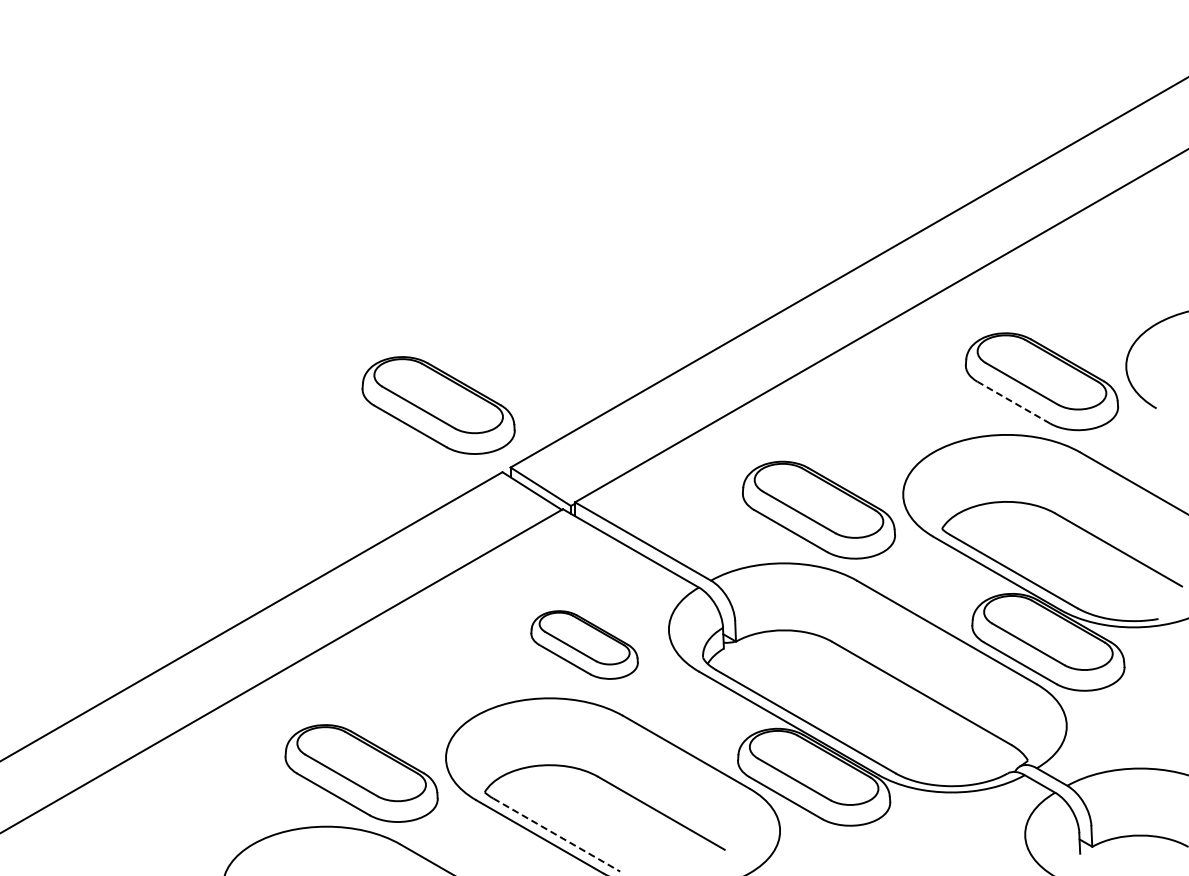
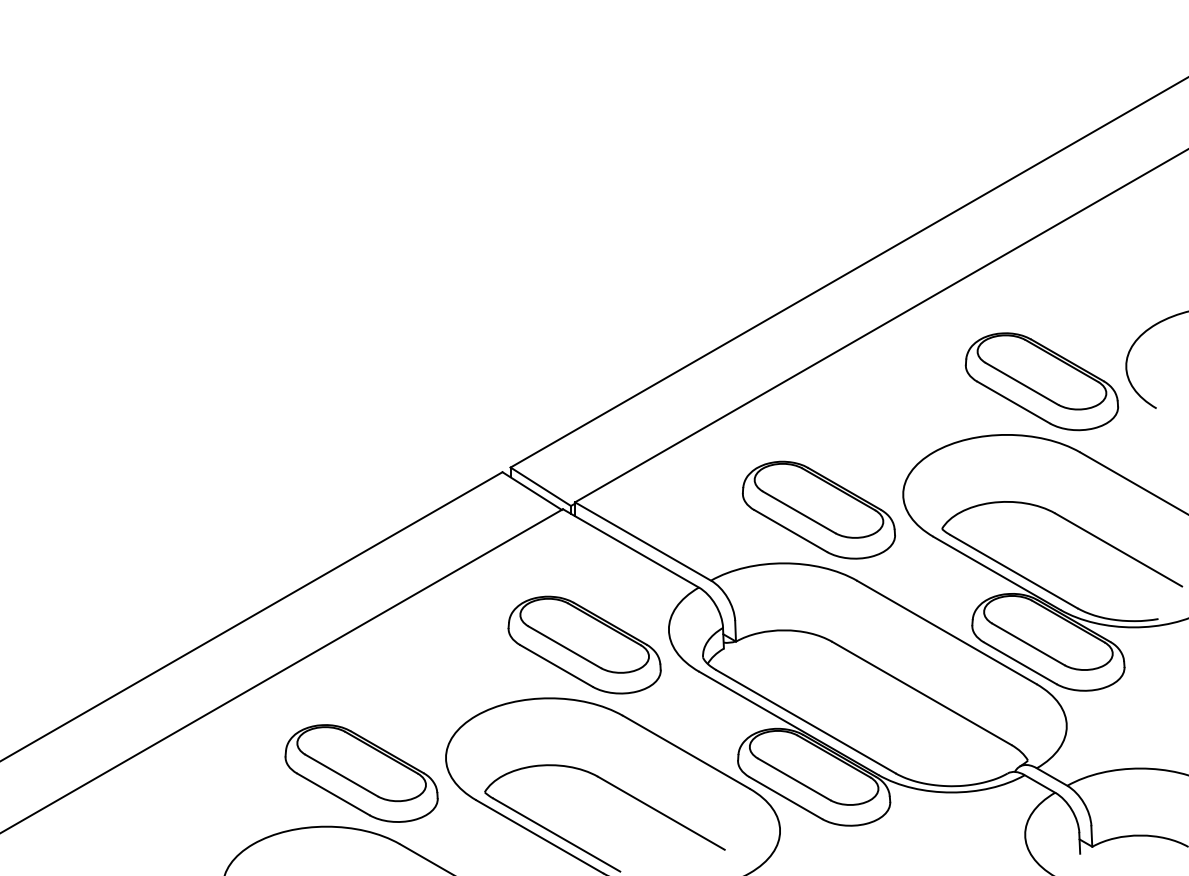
line at (1013, 402): dashed -> solid
part at (438, 405): present -> none
part at (584, 644) size: 109x70 px -> 155x100 px
line at (557, 835): dashed -> solid
